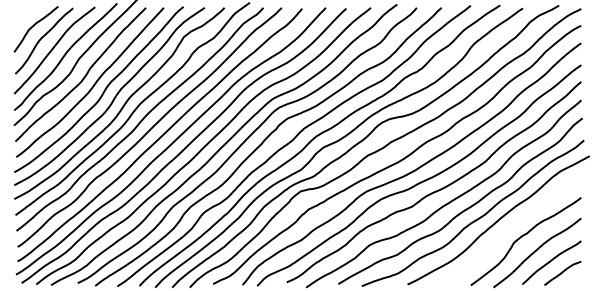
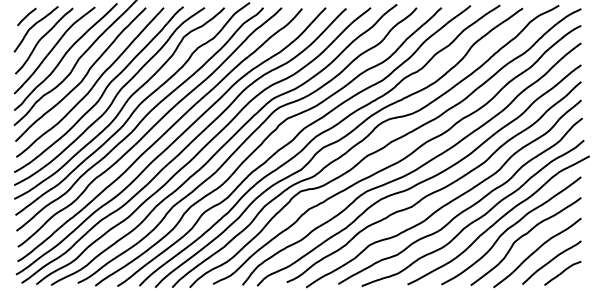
line at (26, 16): none -> present
curve at (510, 228): none -> present
